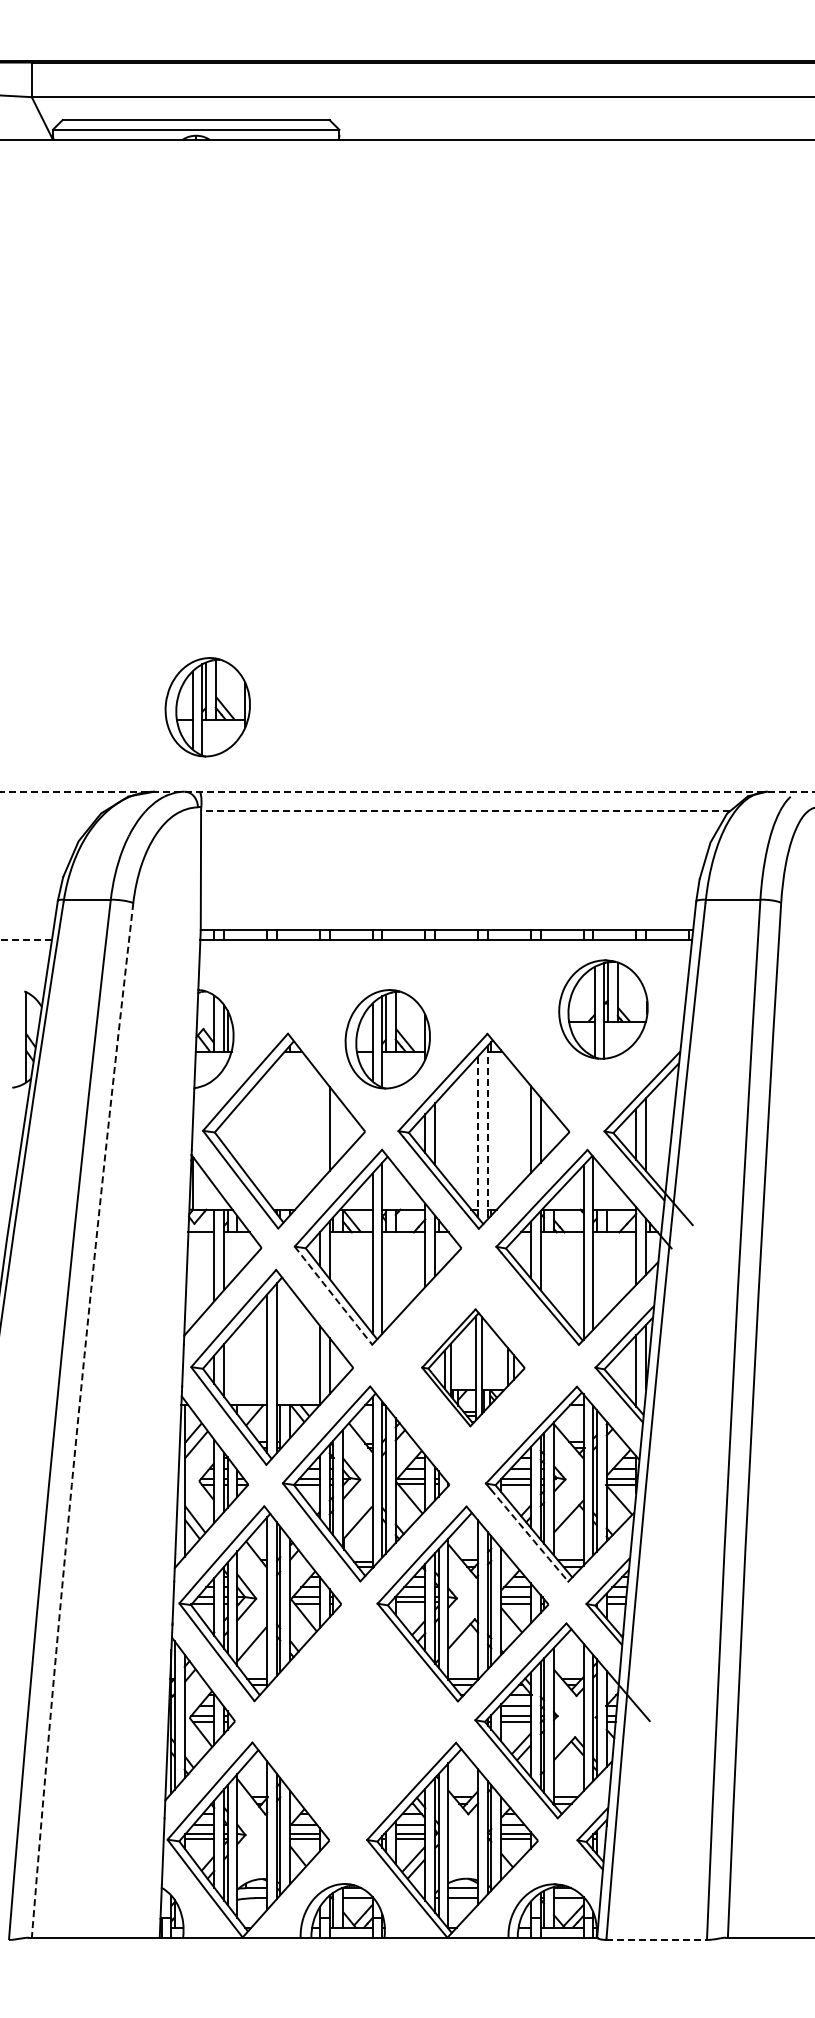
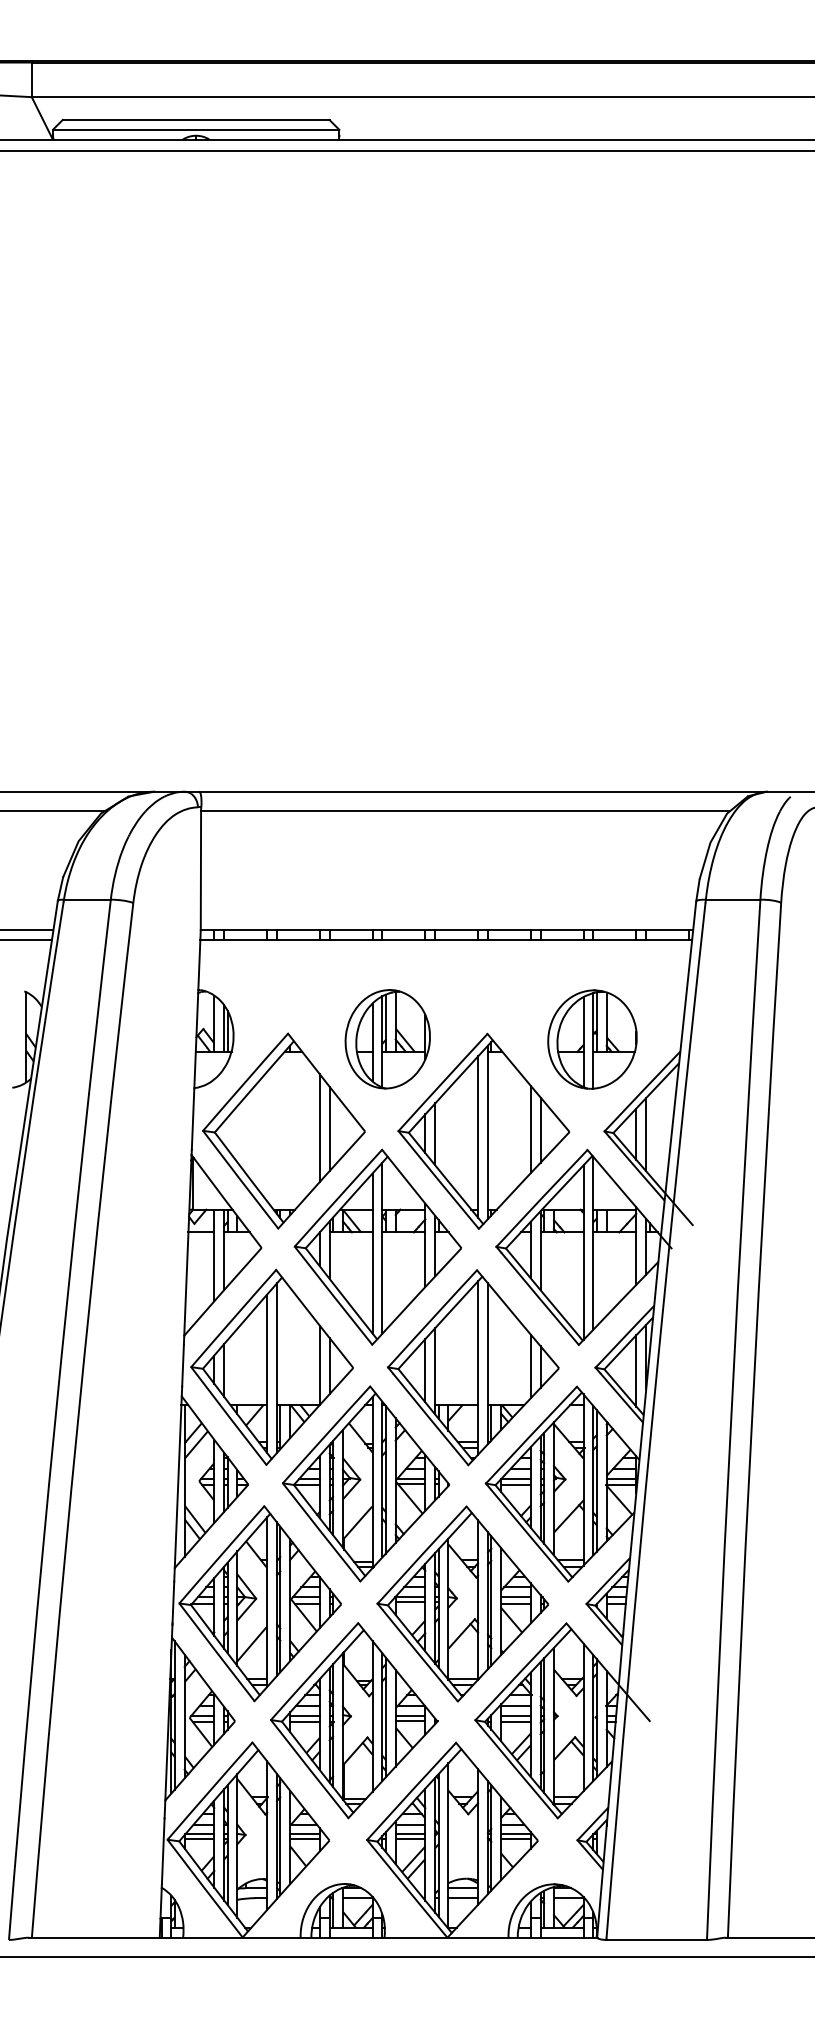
line at (406, 151): none -> present
part at (207, 707): present -> none
line at (407, 791): dashed -> solid
line at (53, 811): none -> present
line at (465, 811): dashed -> solid
line at (27, 930): none -> present
line at (26, 939): dashed -> solid
part at (603, 1009) position: (603, 1009) -> (592, 1039)
line at (319, 1128): none -> present
line at (487, 1132): dashed -> solid
line at (478, 1137): dashed -> solid
arc at (333, 1295): dashed -> solid
part at (473, 1367) size: 105x120 px -> 173x198 px
arc at (78, 1419): dashed -> solid
arc at (529, 1535): dashed -> solid
part at (354, 1720): none -> present
line at (657, 1939): dashed -> solid
line at (406, 1957): none -> present
